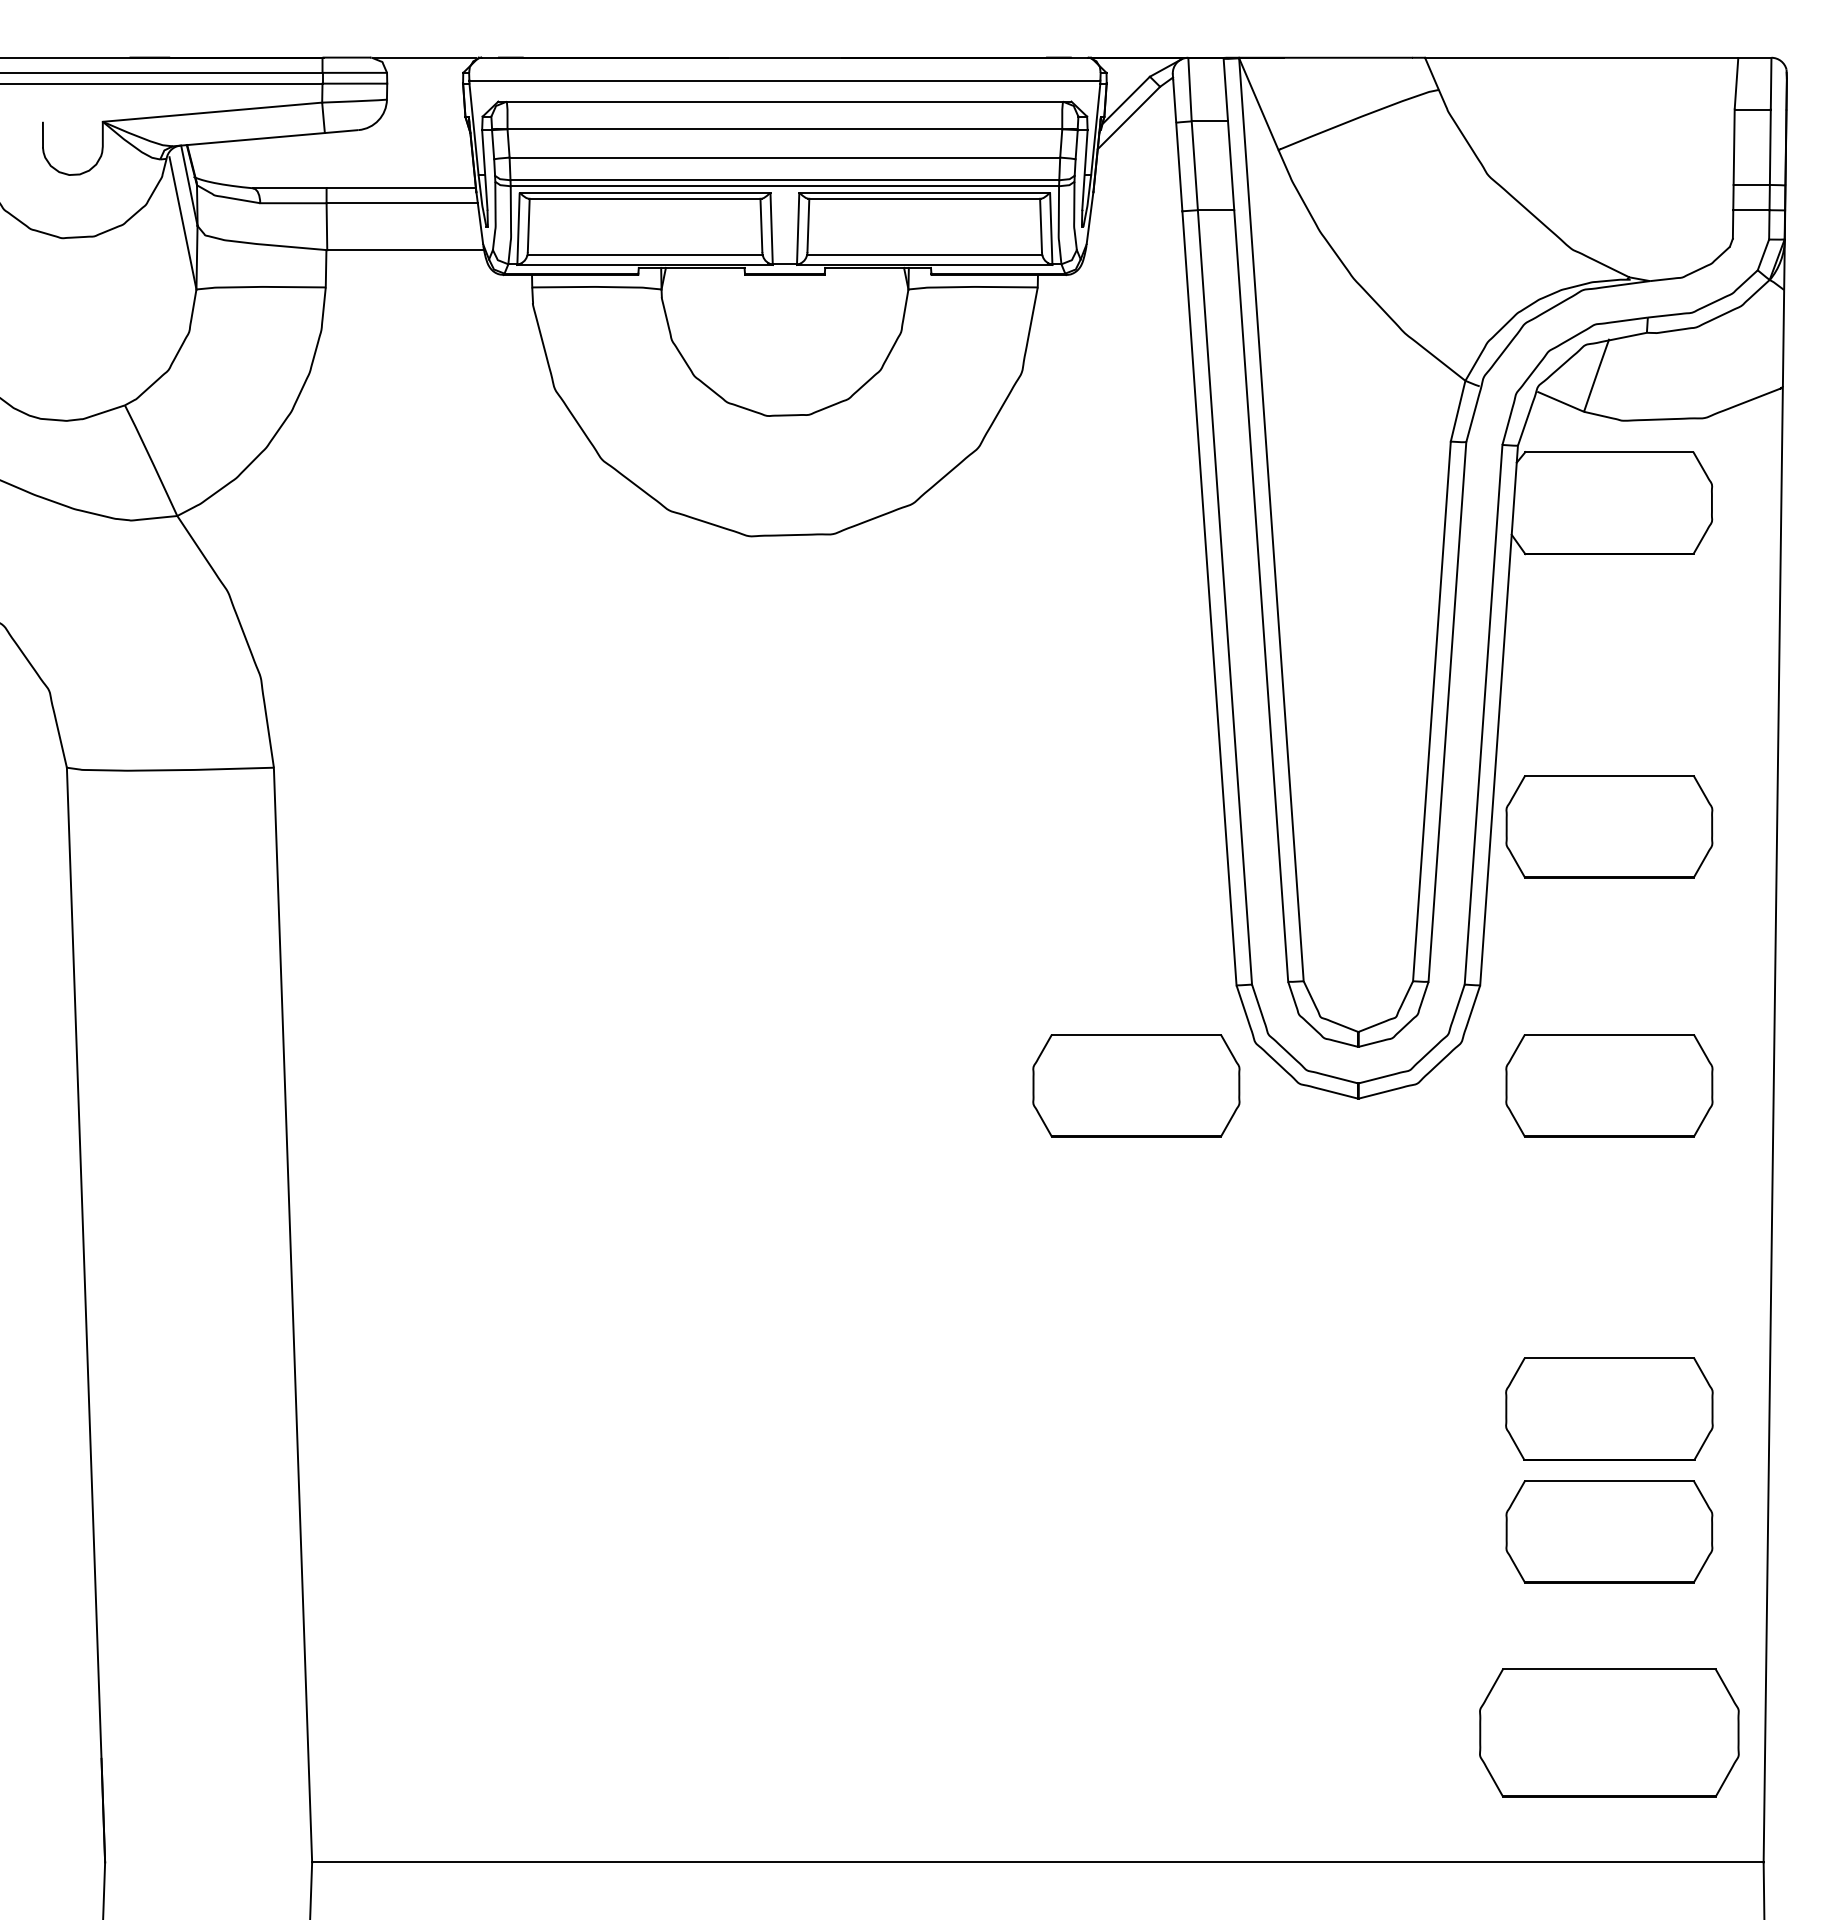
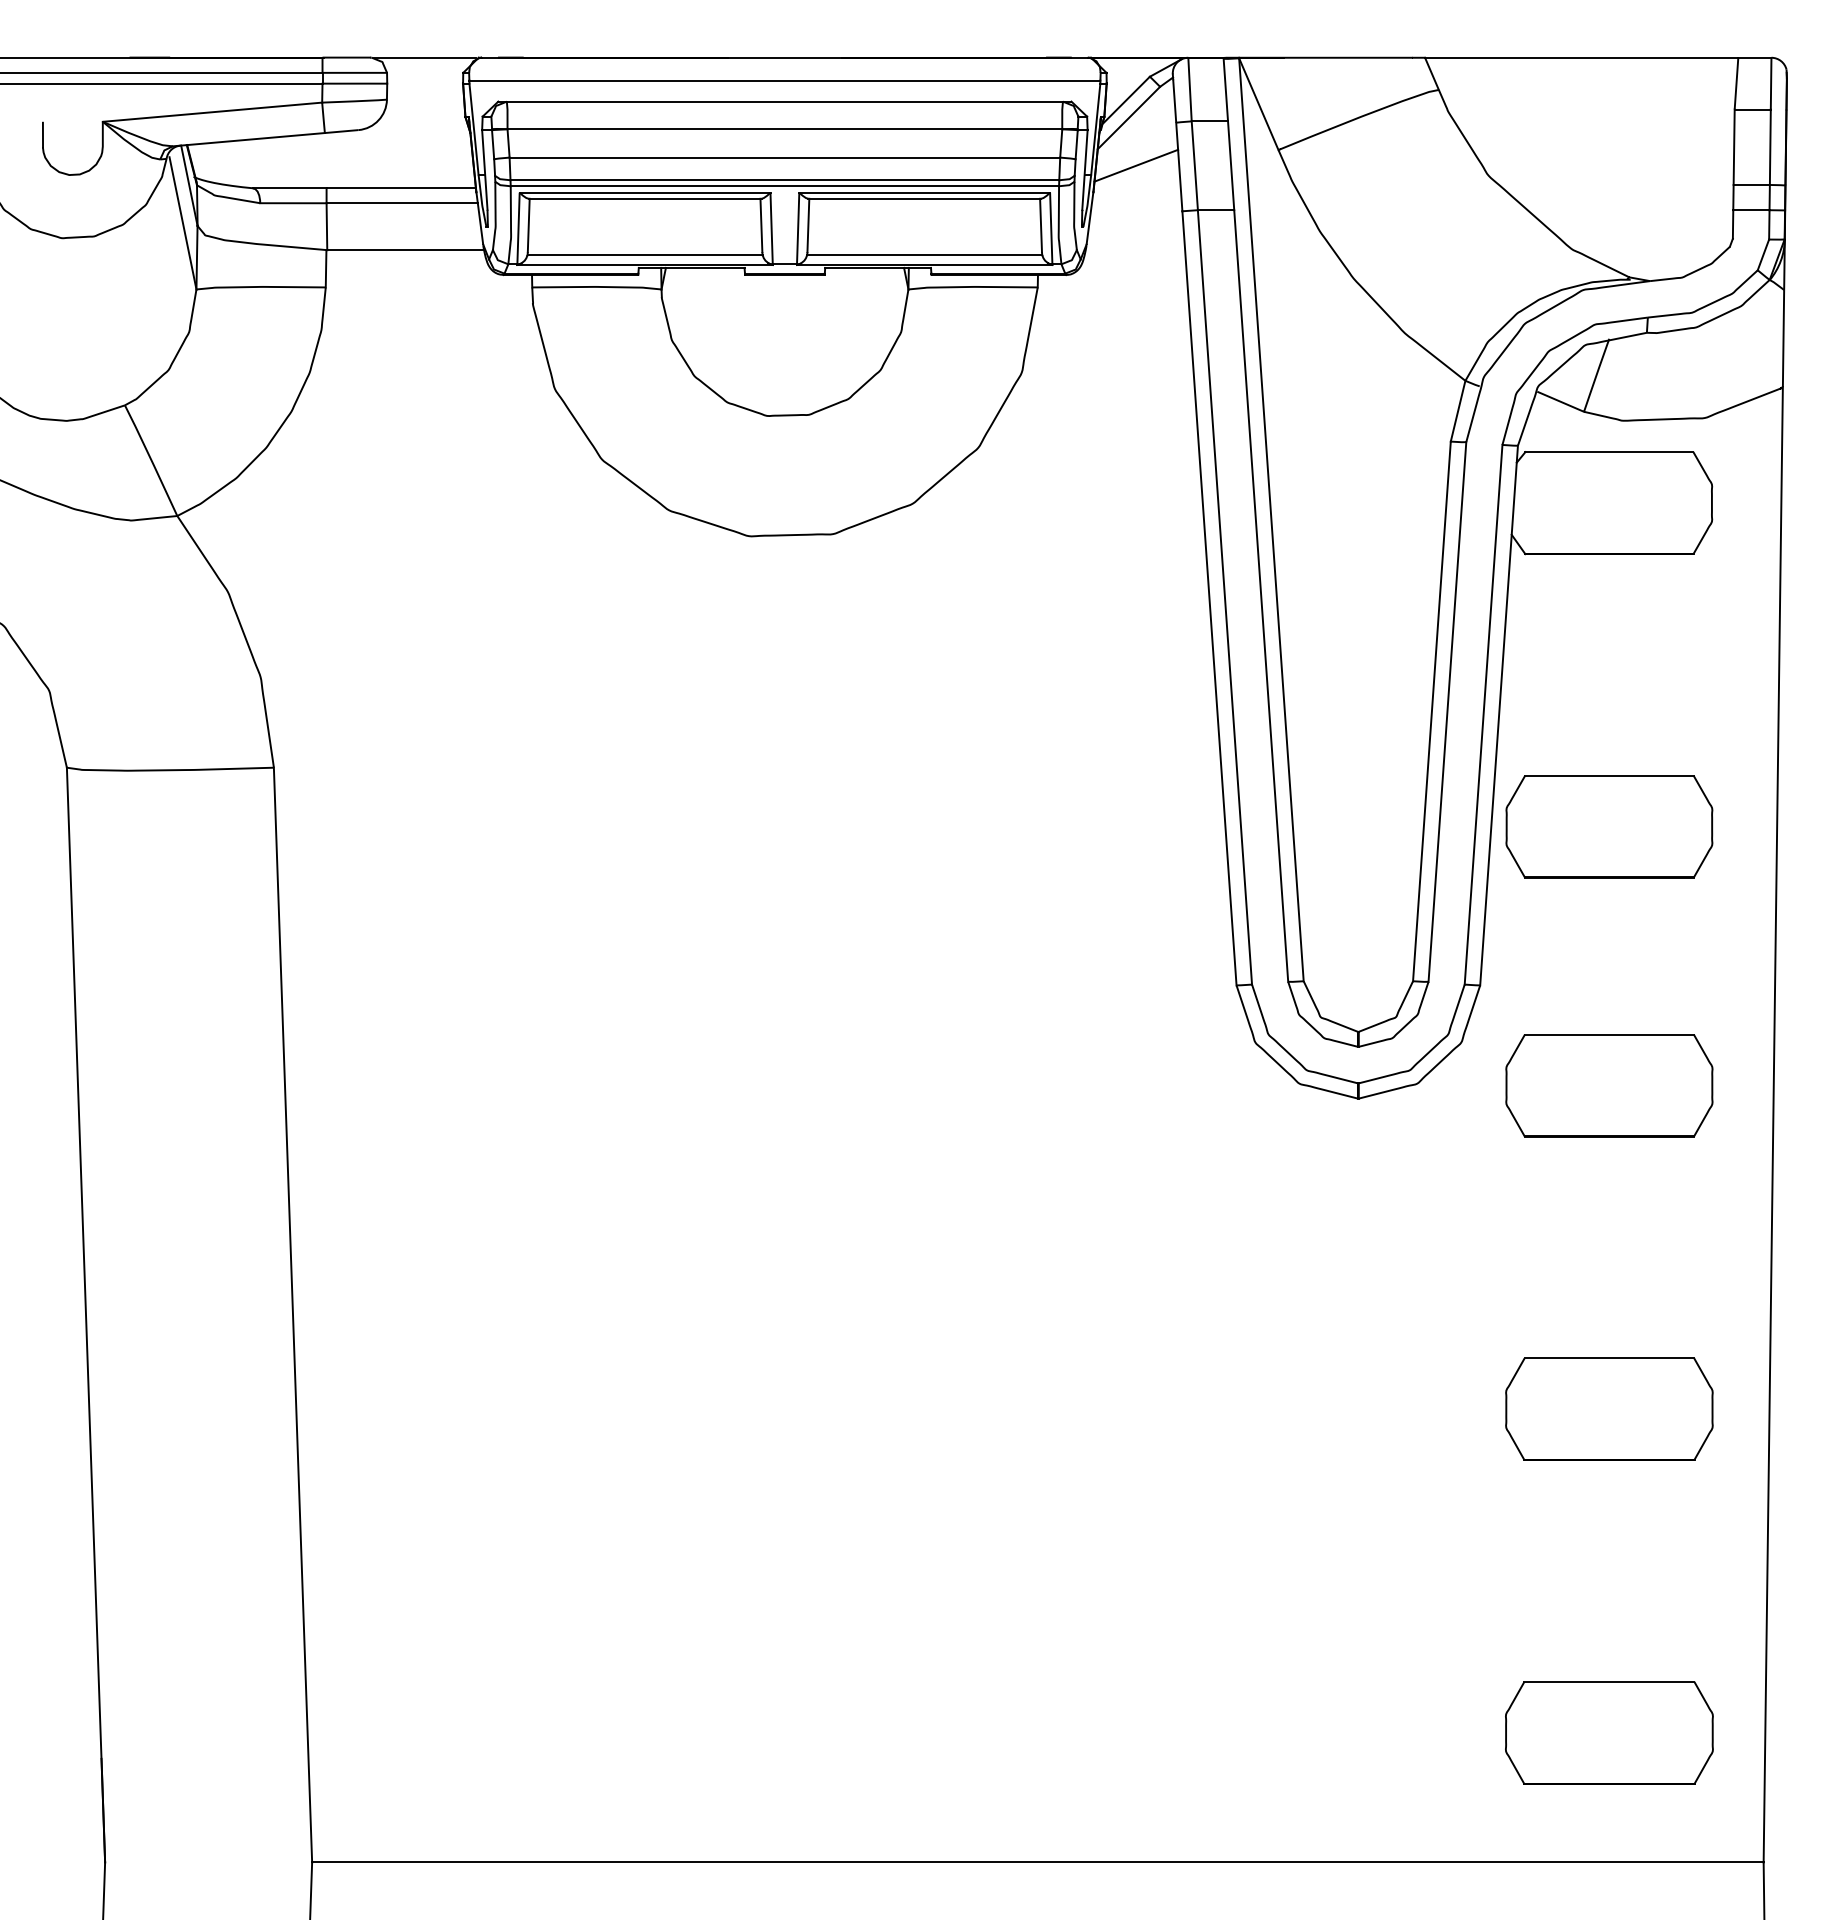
line at (1136, 165): none -> present
part at (1136, 1085): present -> none
part at (1609, 1531): present -> none
part at (1609, 1732) size: 261x130 px -> 209x104 px
